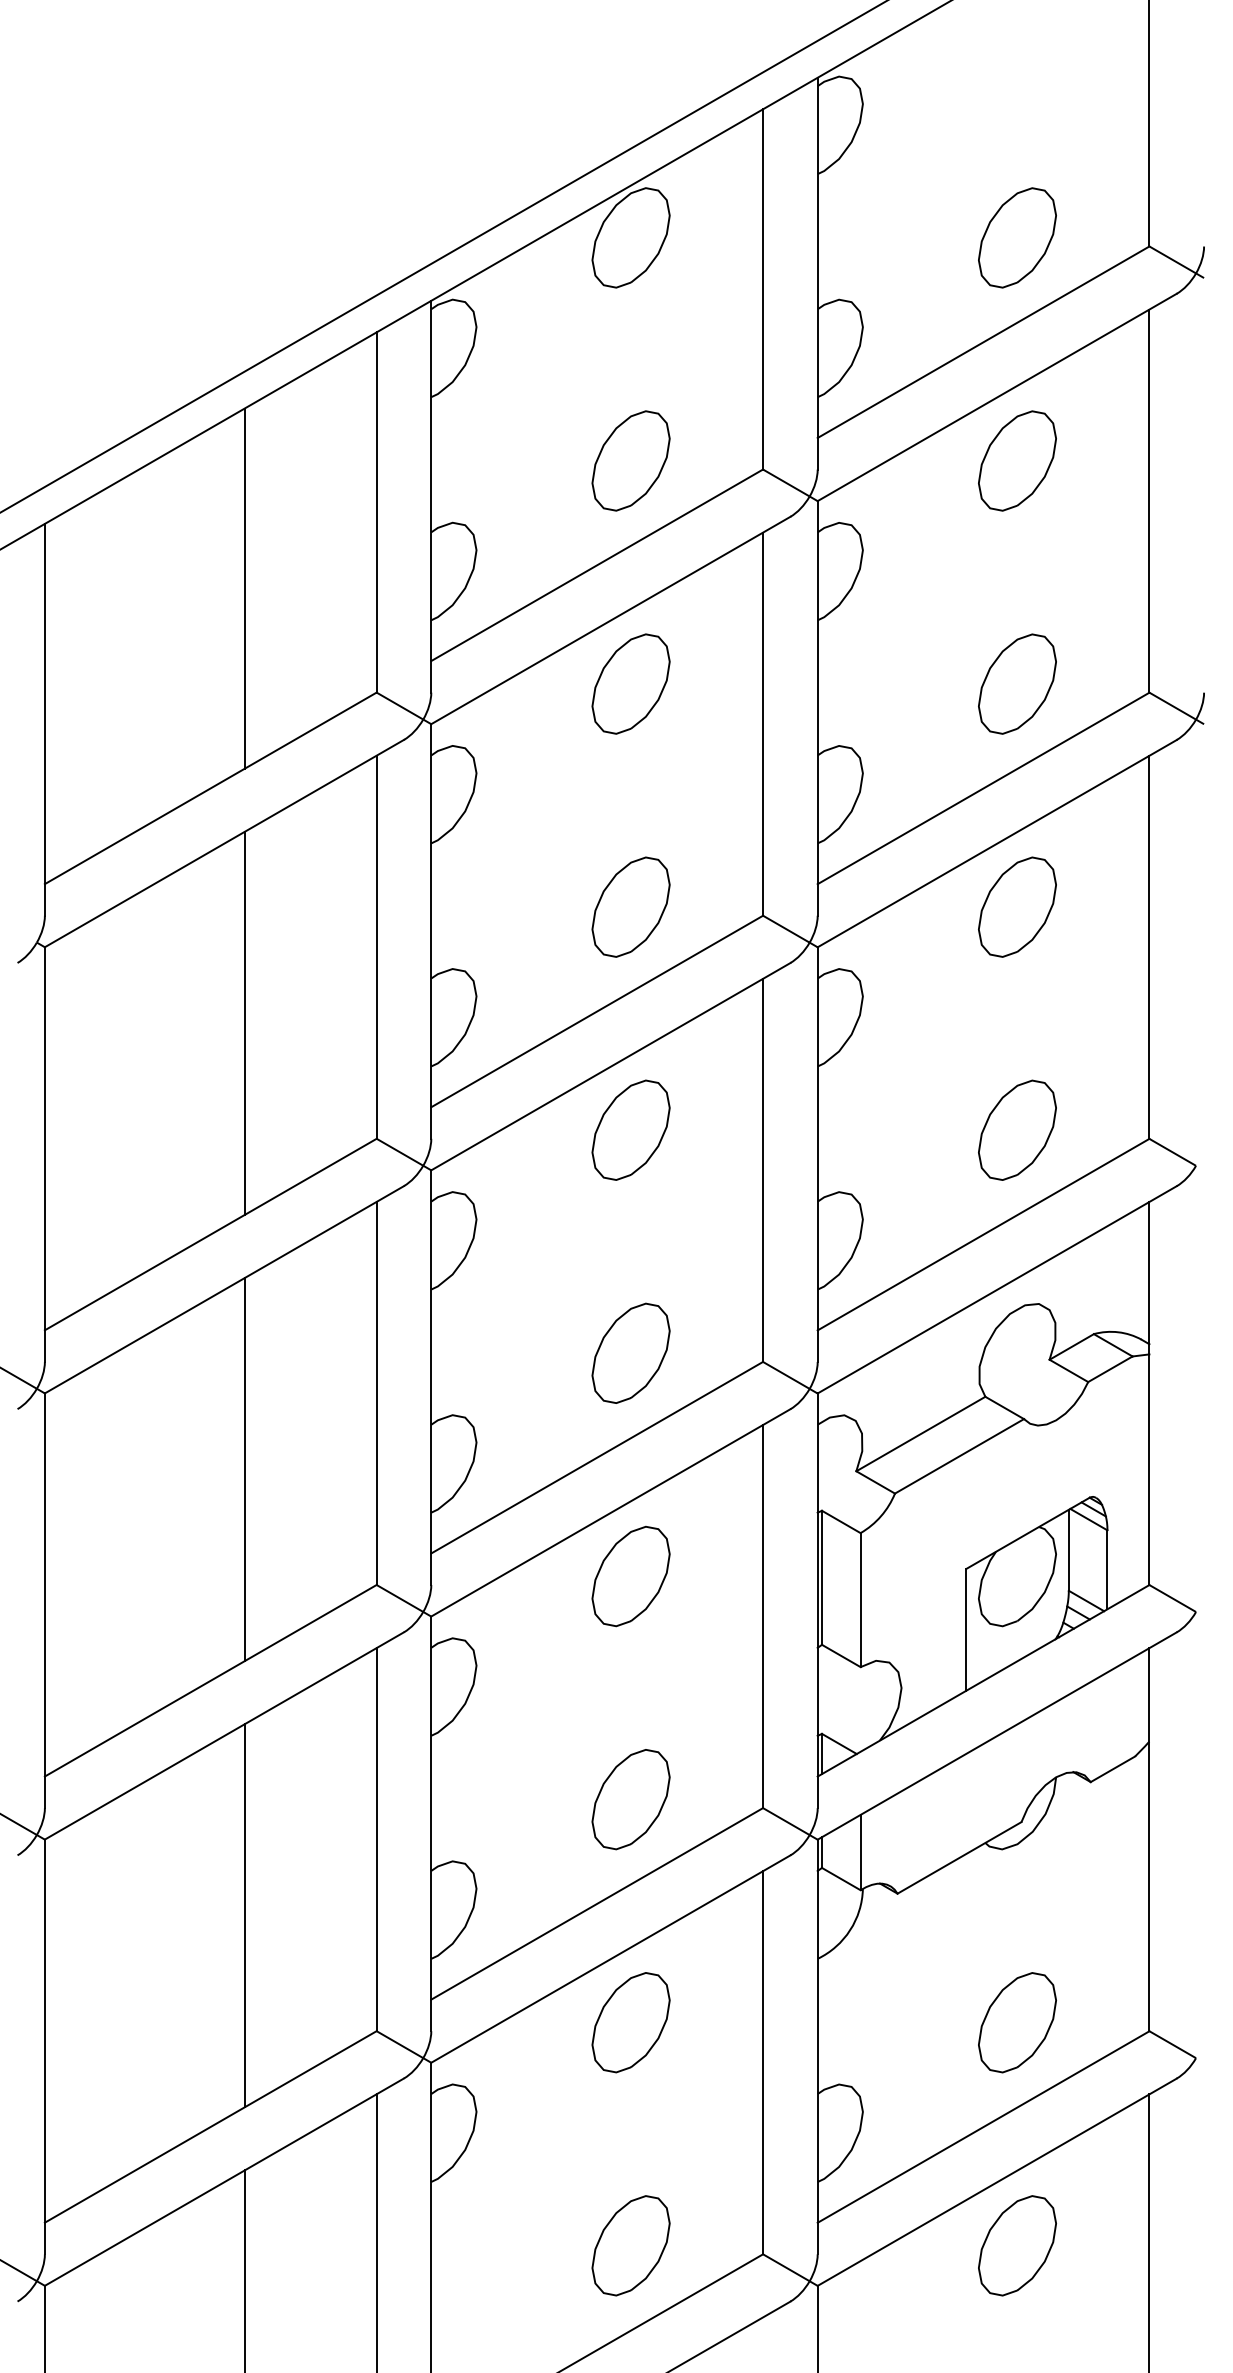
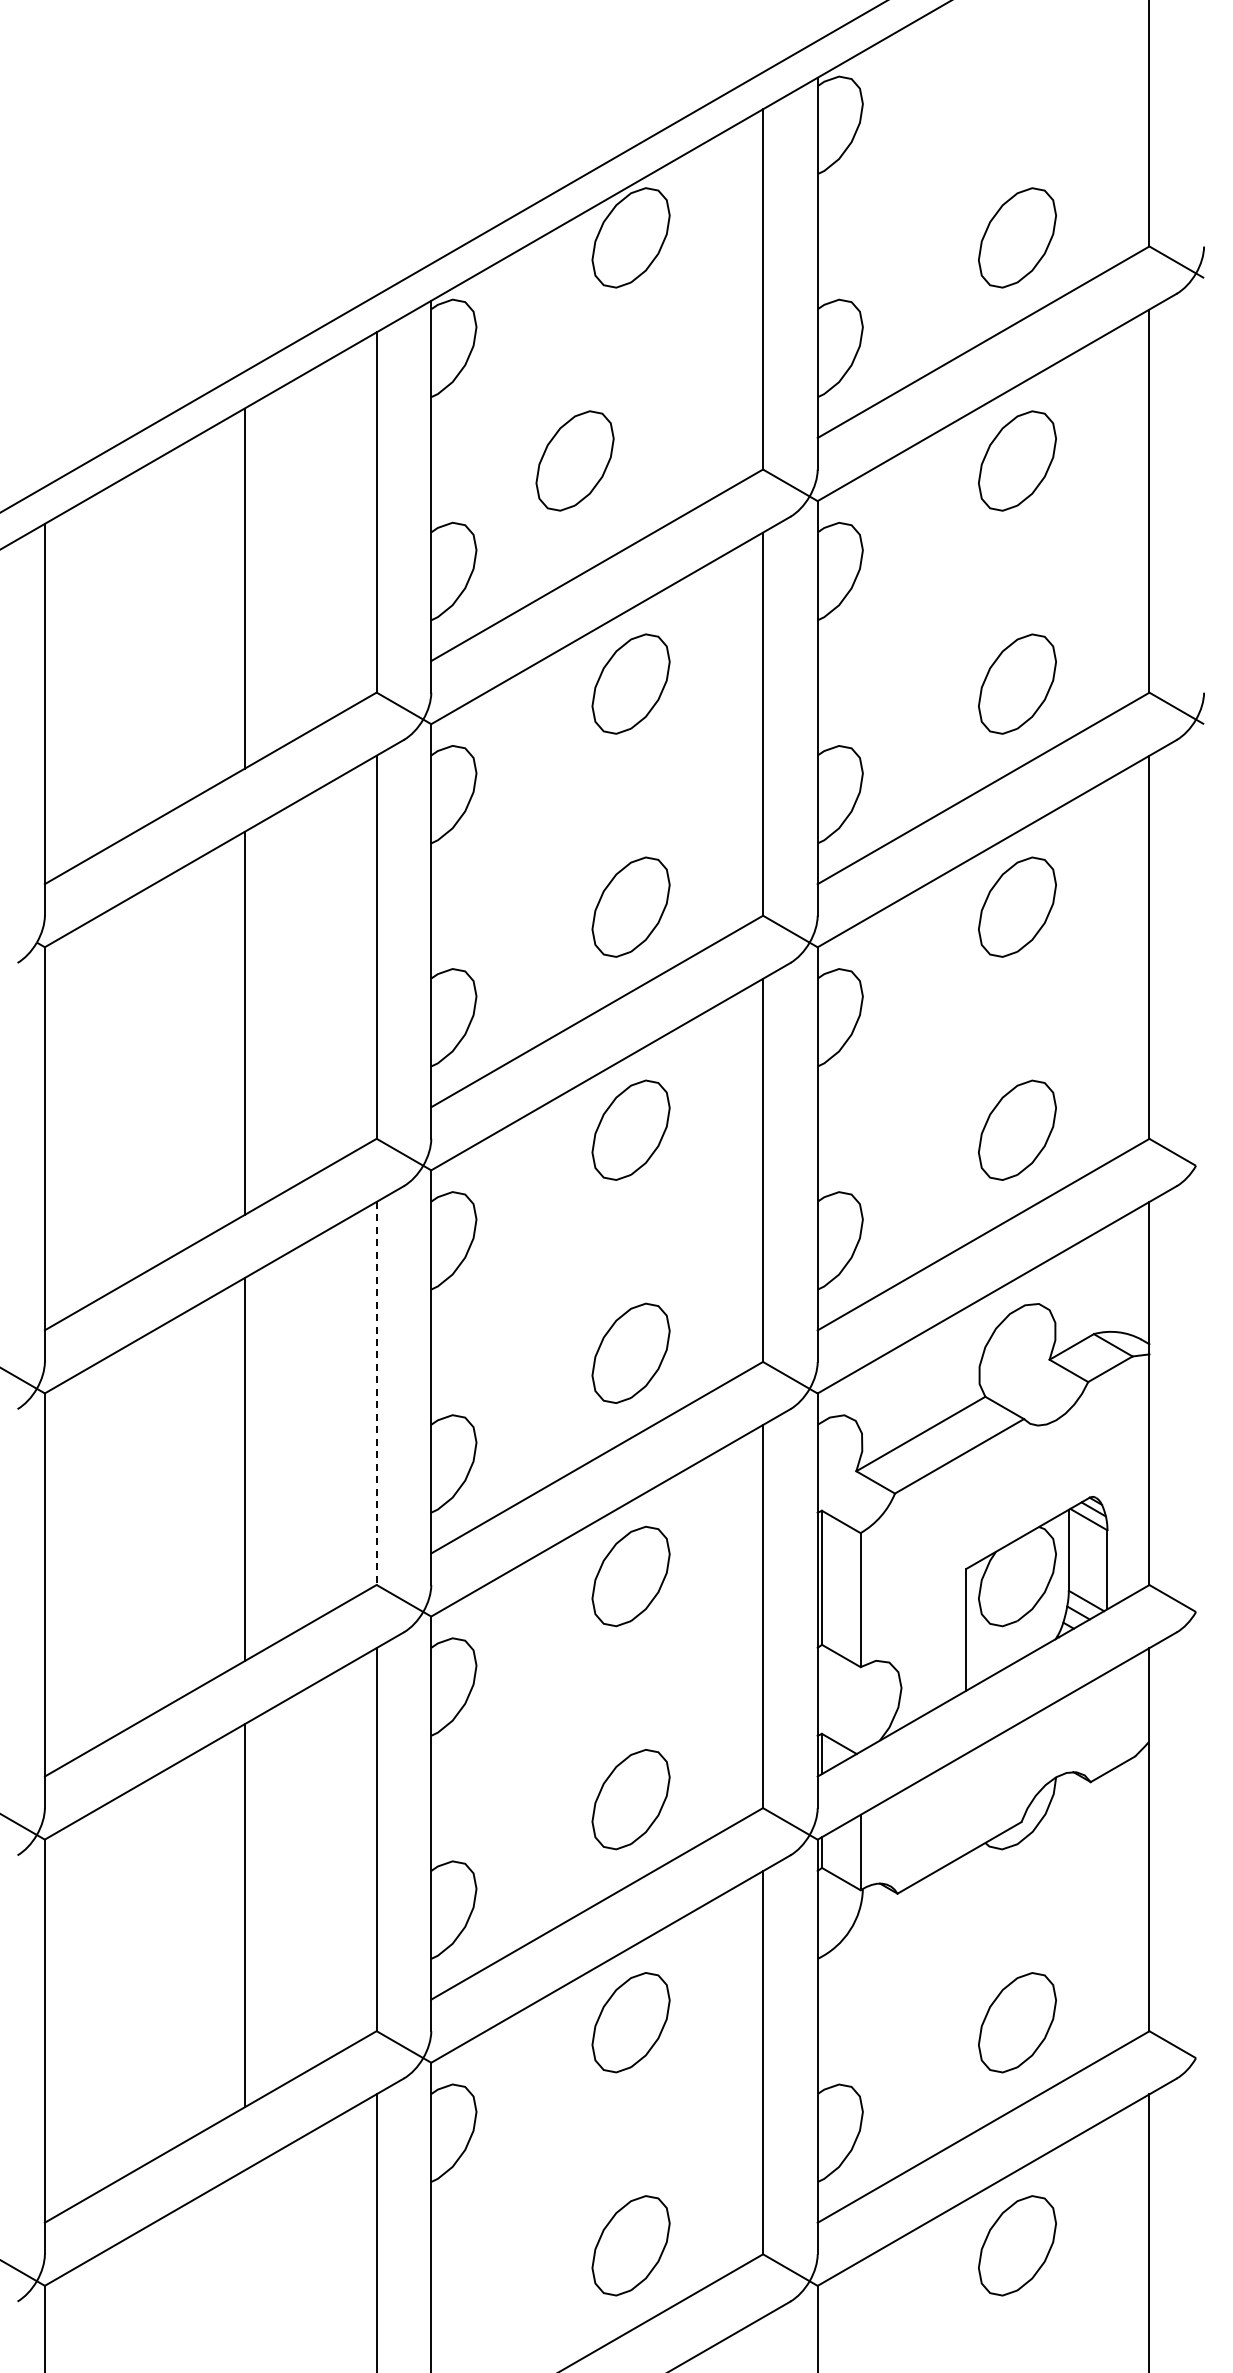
part at (630, 460) position: (630, 460) -> (574, 460)
line at (376, 1393): solid -> dashed
line at (244, 2269): present -> none
